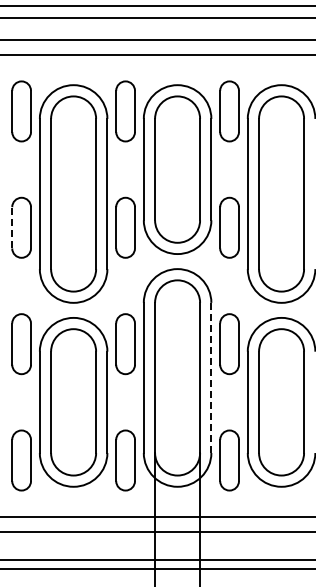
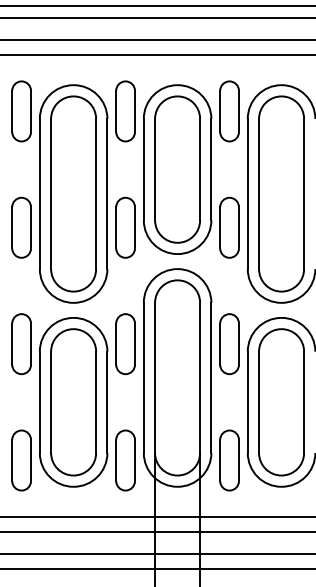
line at (12, 227): dashed -> solid
line at (211, 377): dashed -> solid
line at (157, 560) position: (157, 560) -> (157, 554)
